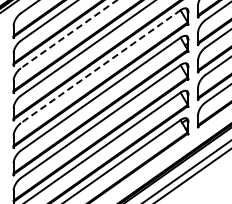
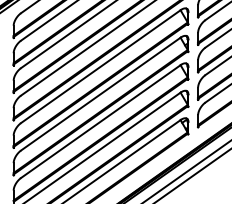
line at (69, 34): dashed -> solid
line at (100, 66): dashed -> solid
